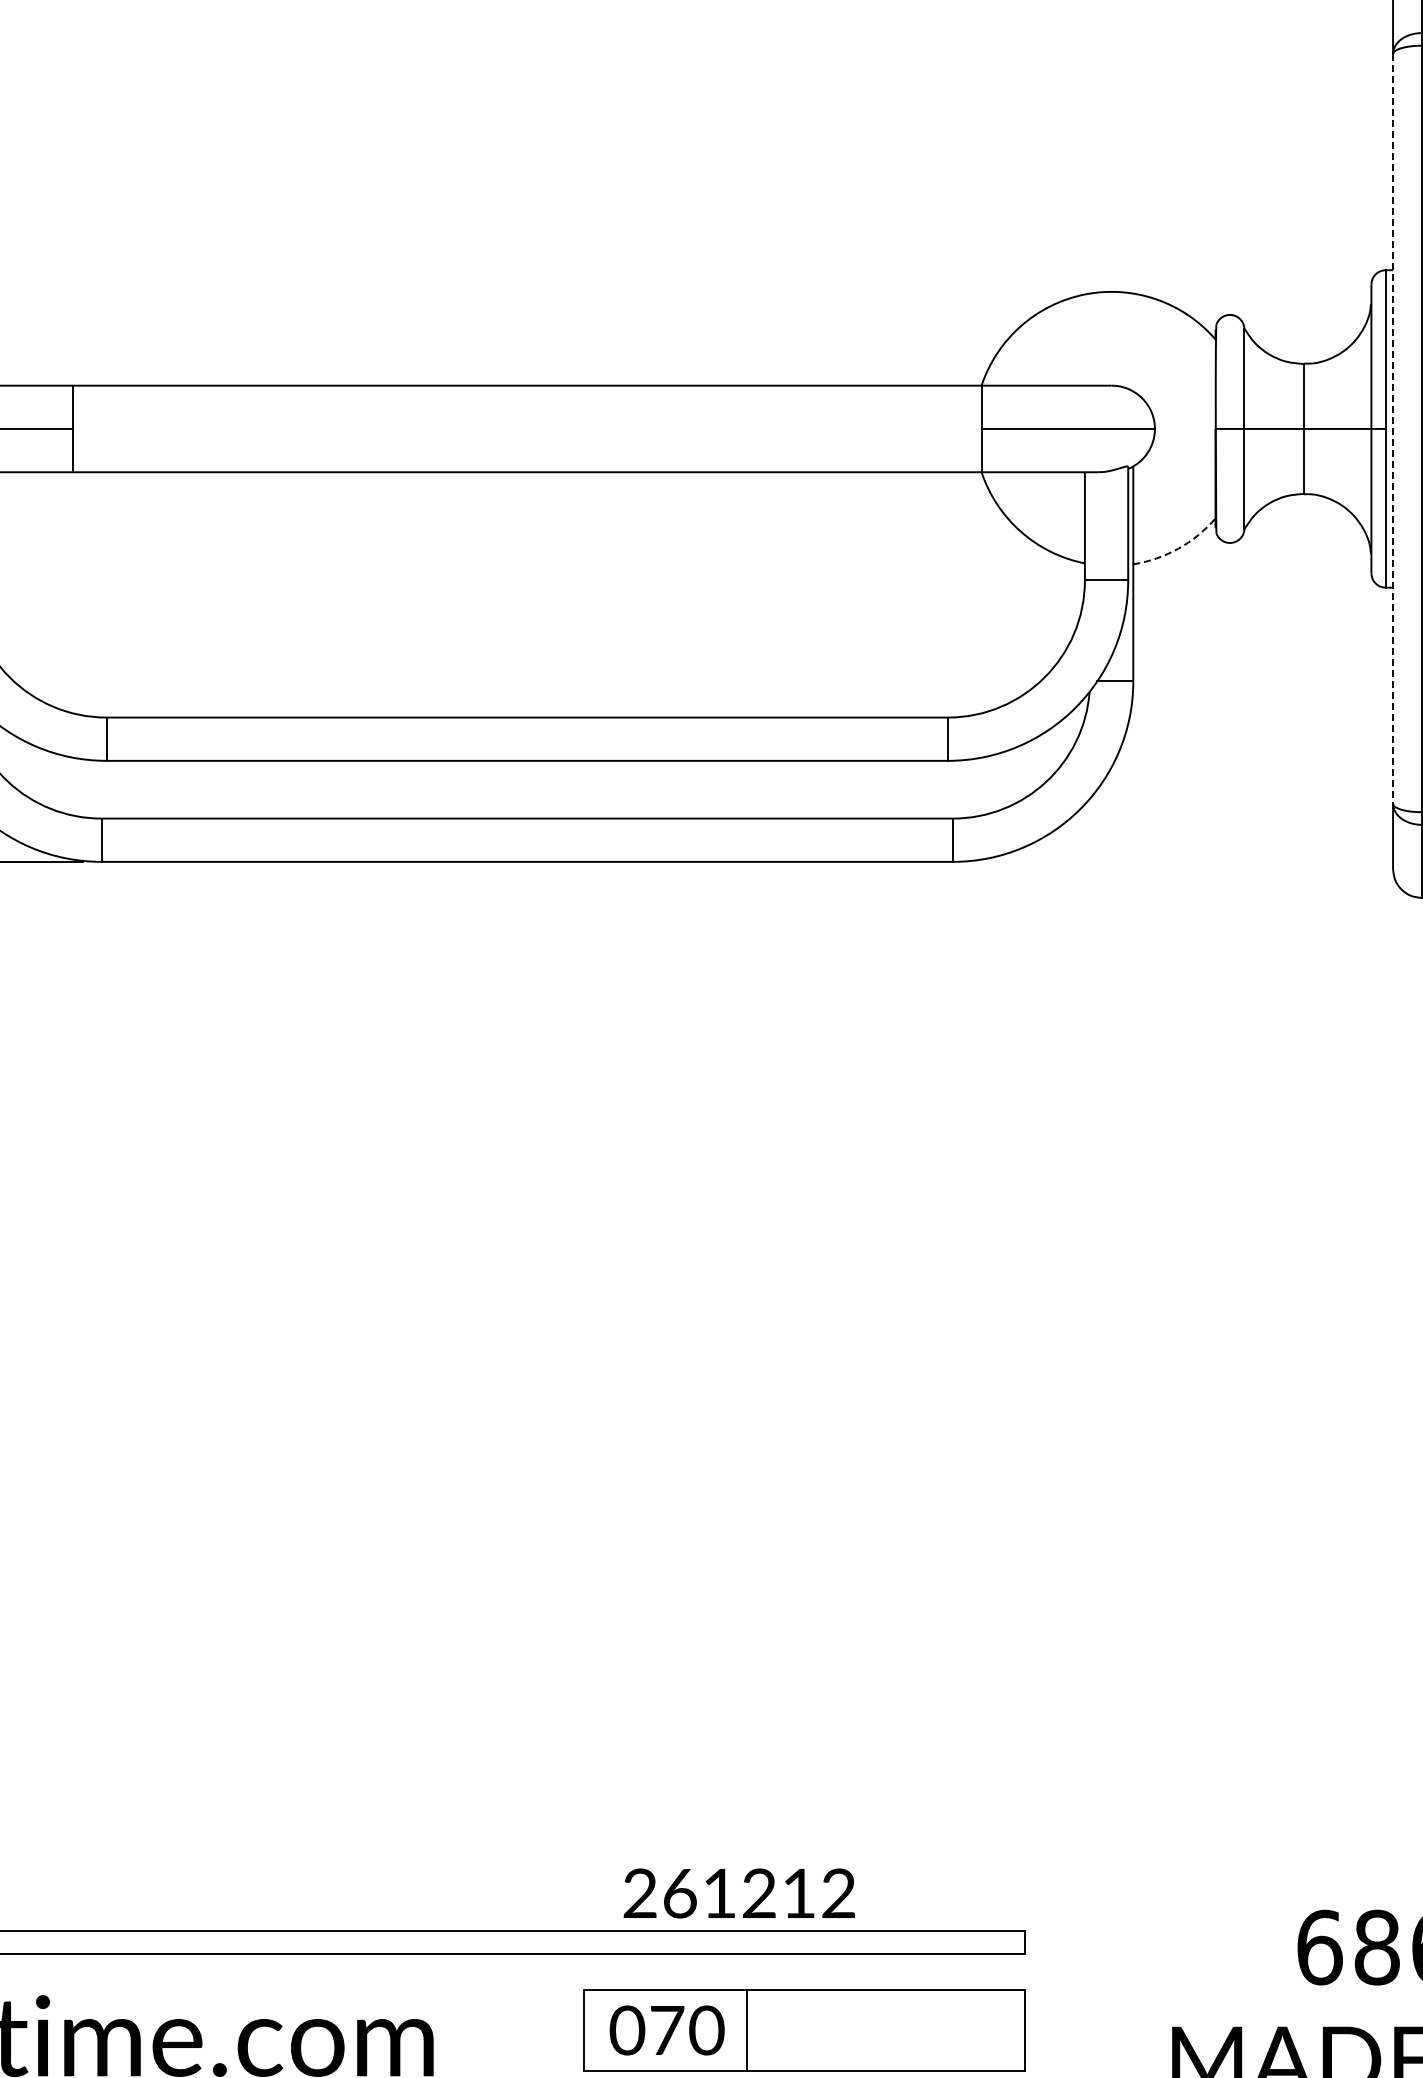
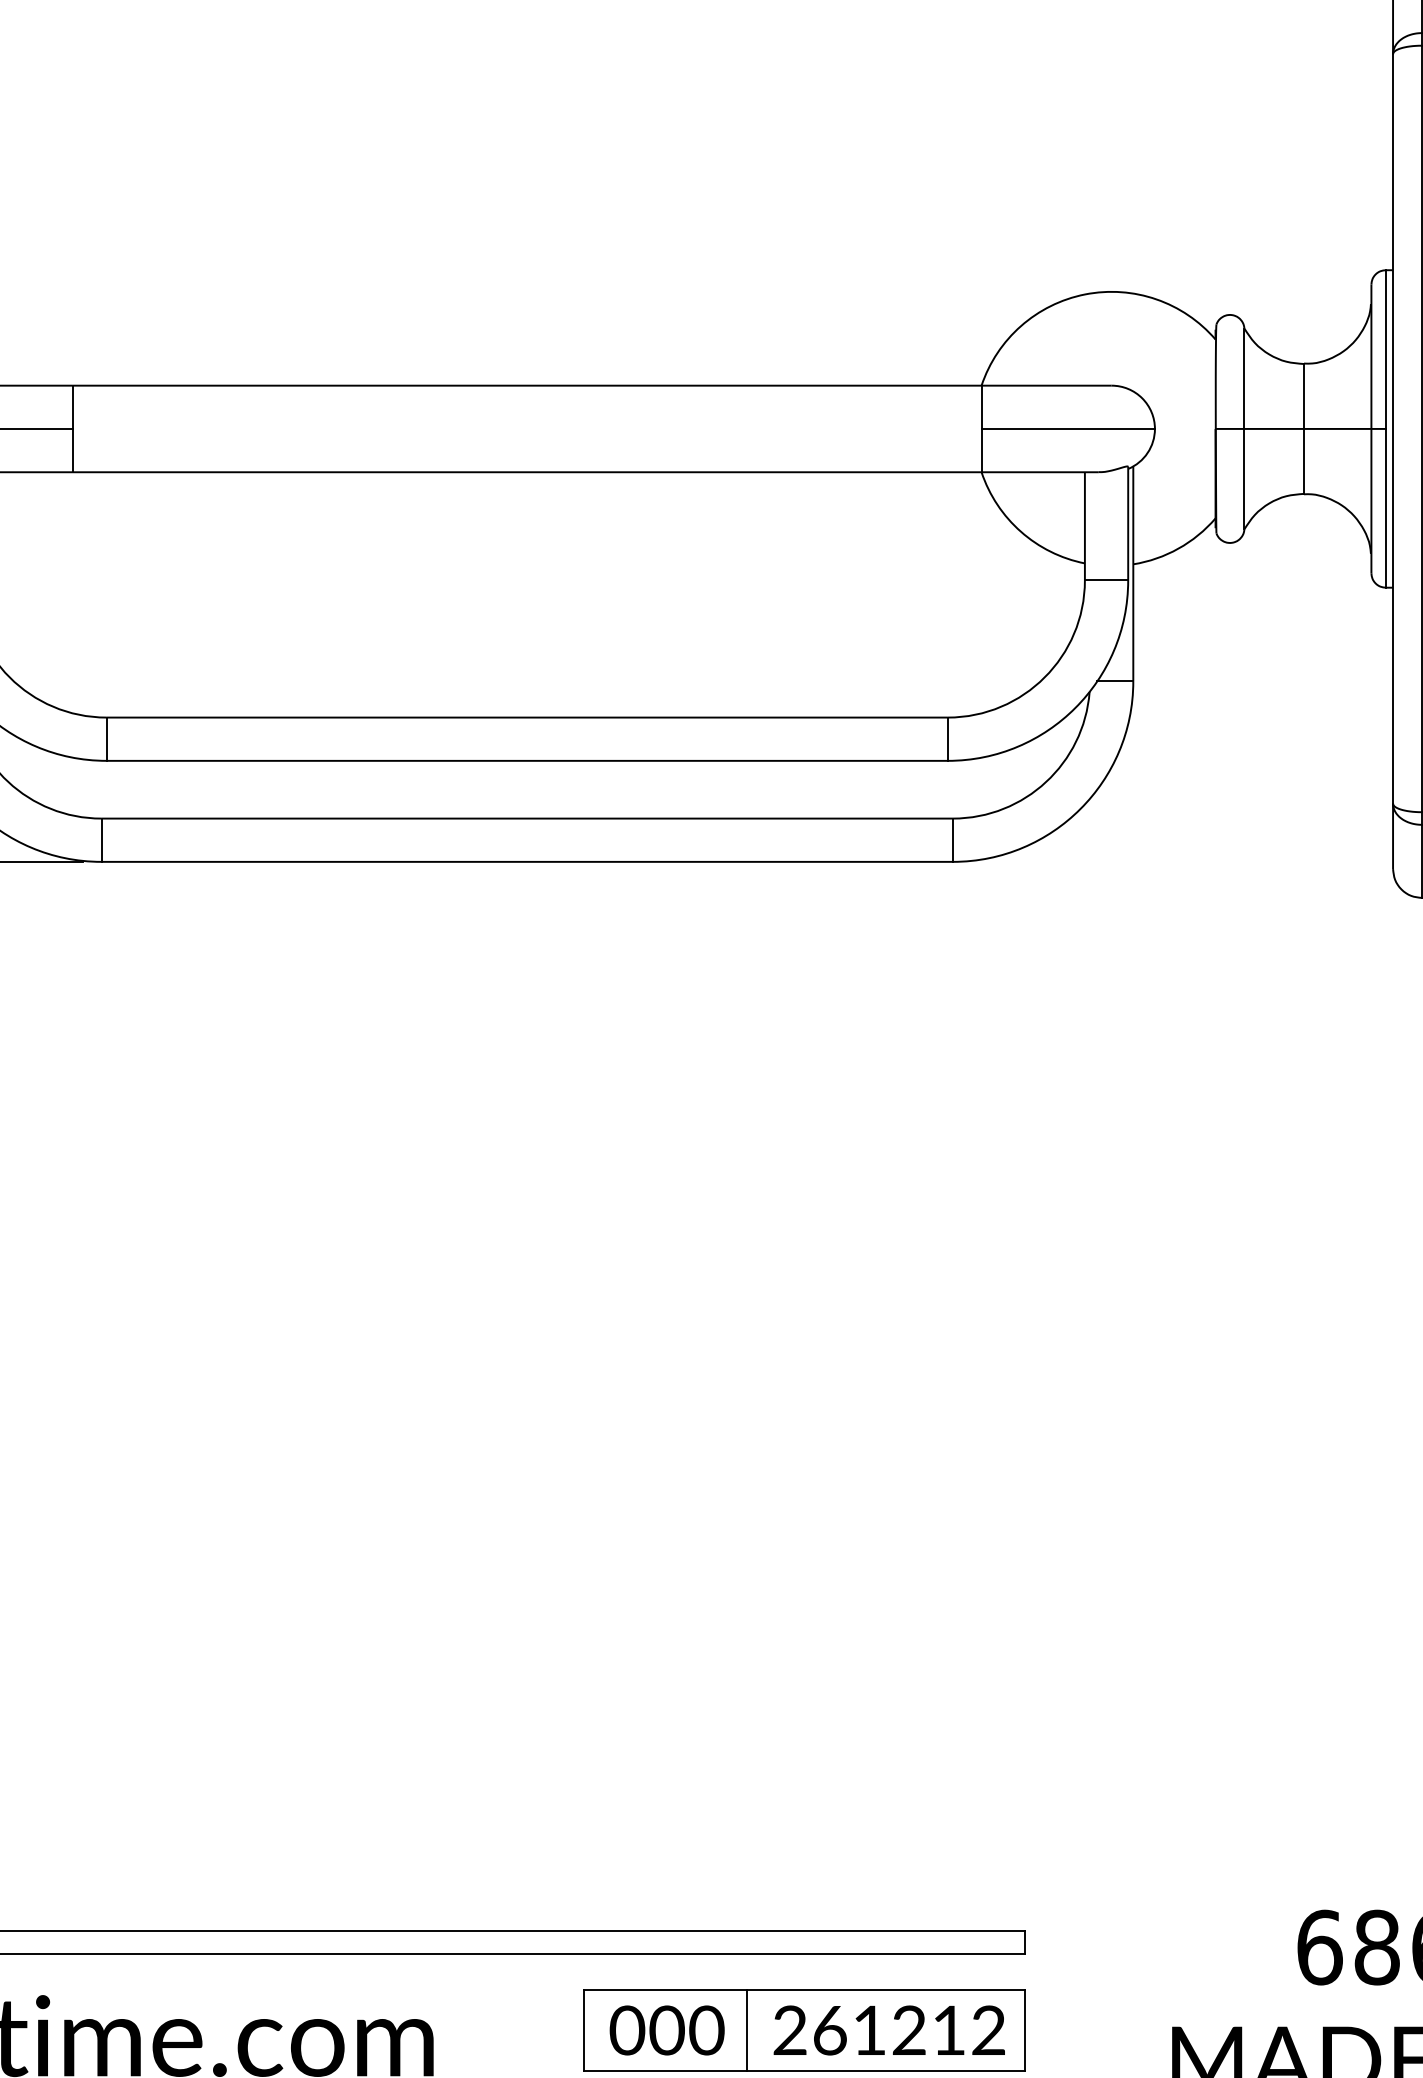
line at (1393, 428): dashed -> solid
arc at (1178, 548): dashed -> solid
text at (738, 1893) position: (738, 1893) -> (888, 2030)
text at (666, 2030): 070 -> 000
